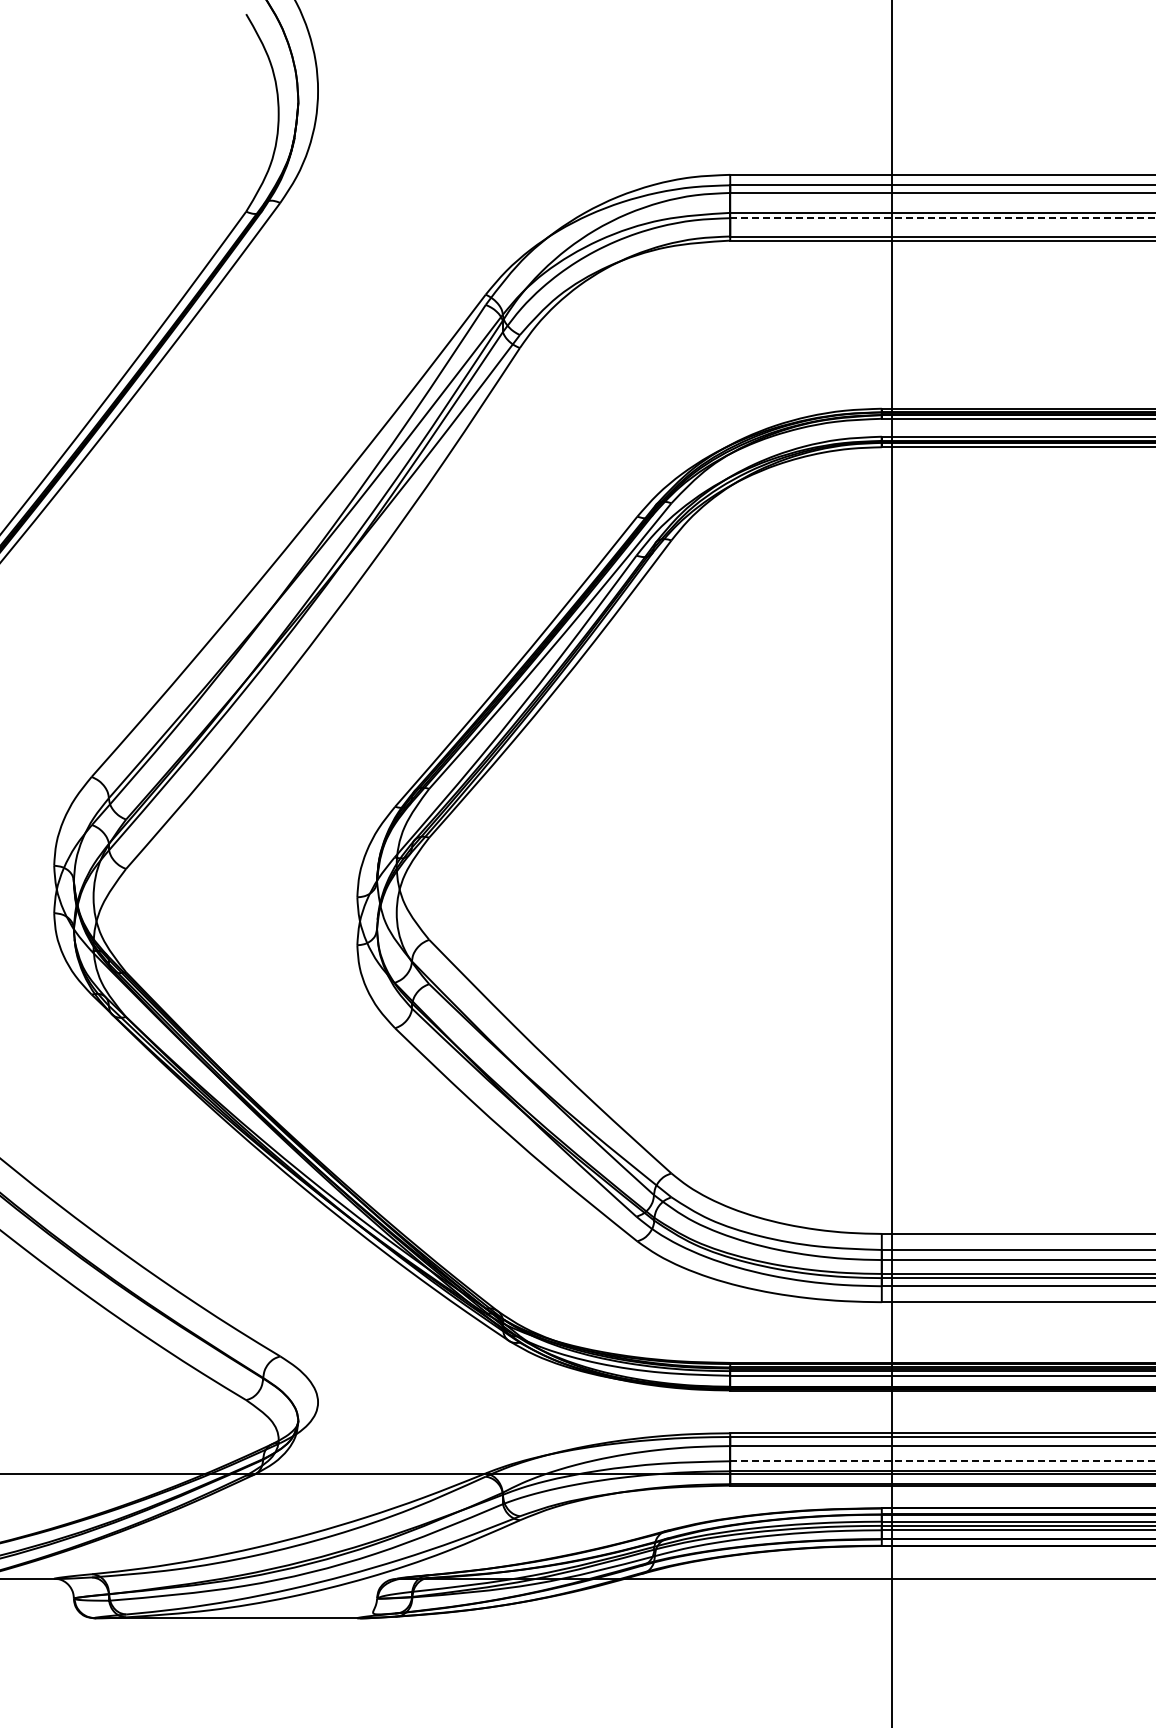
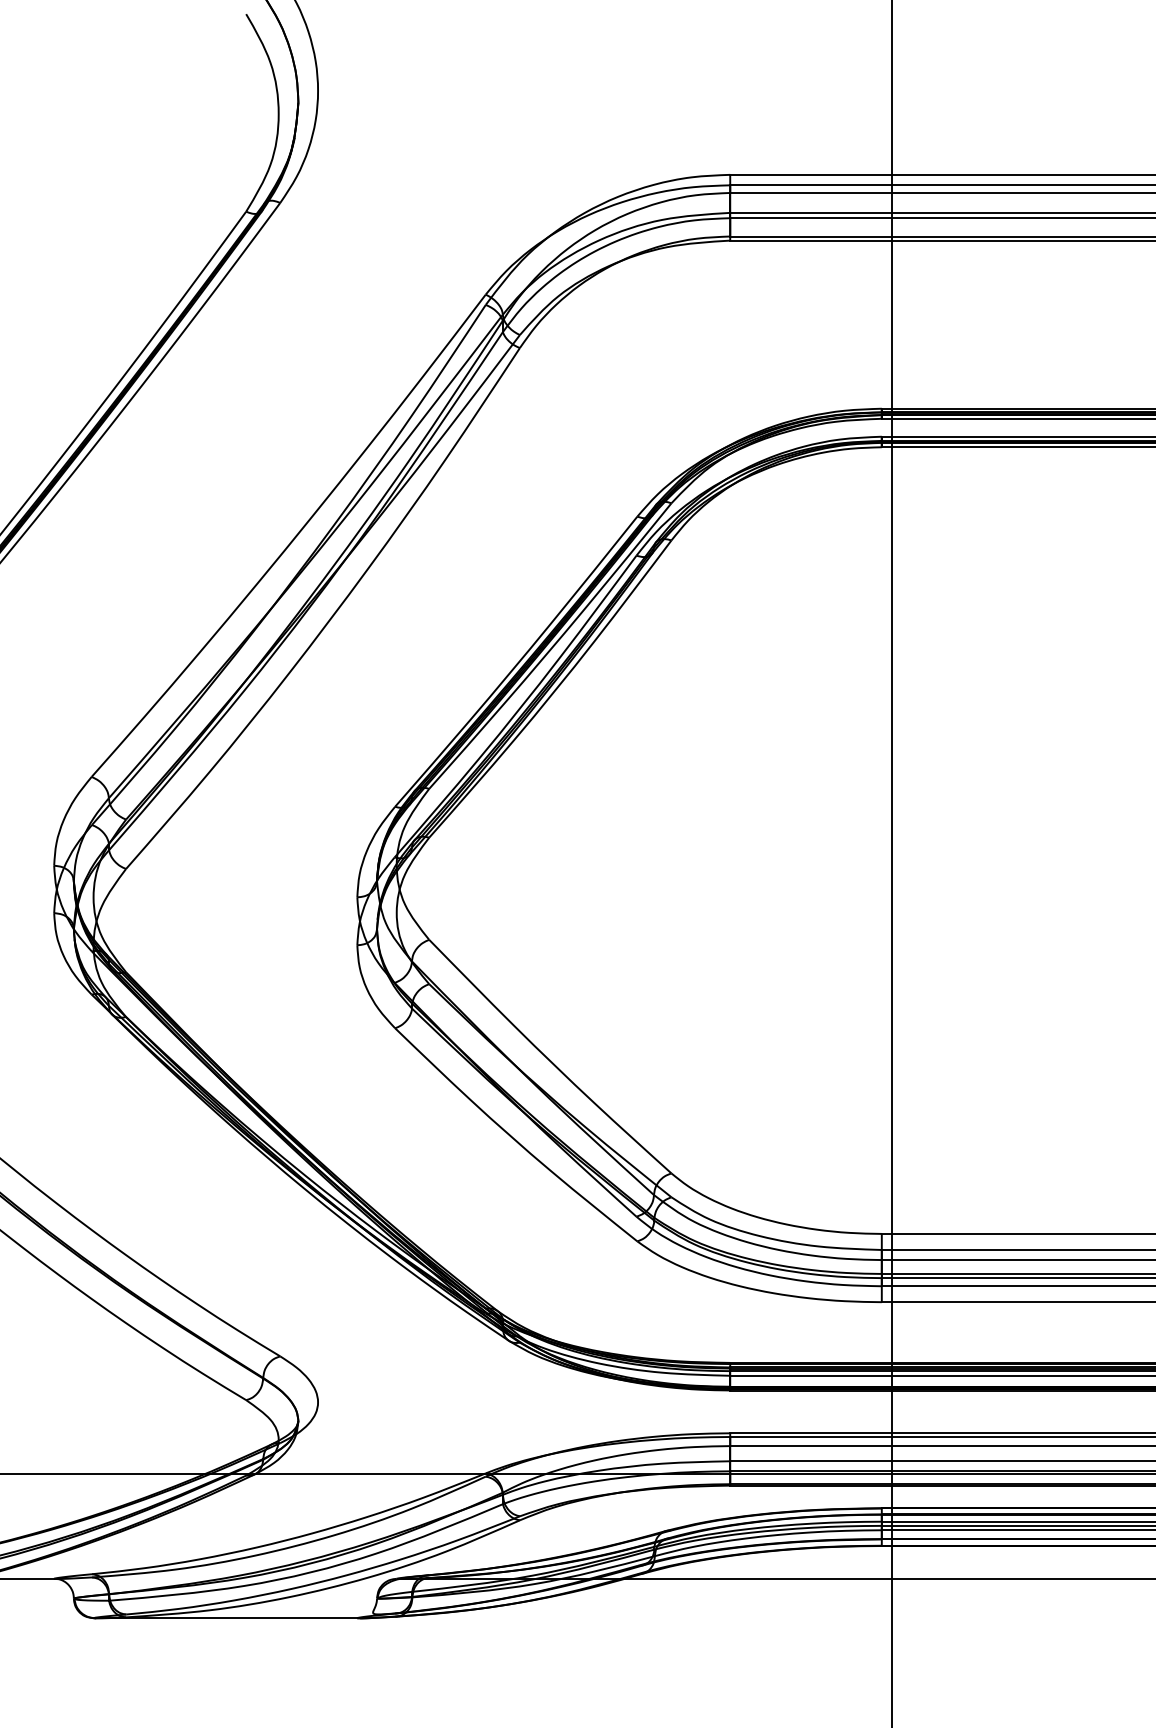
line at (942, 218): dashed -> solid
line at (942, 1461): dashed -> solid
